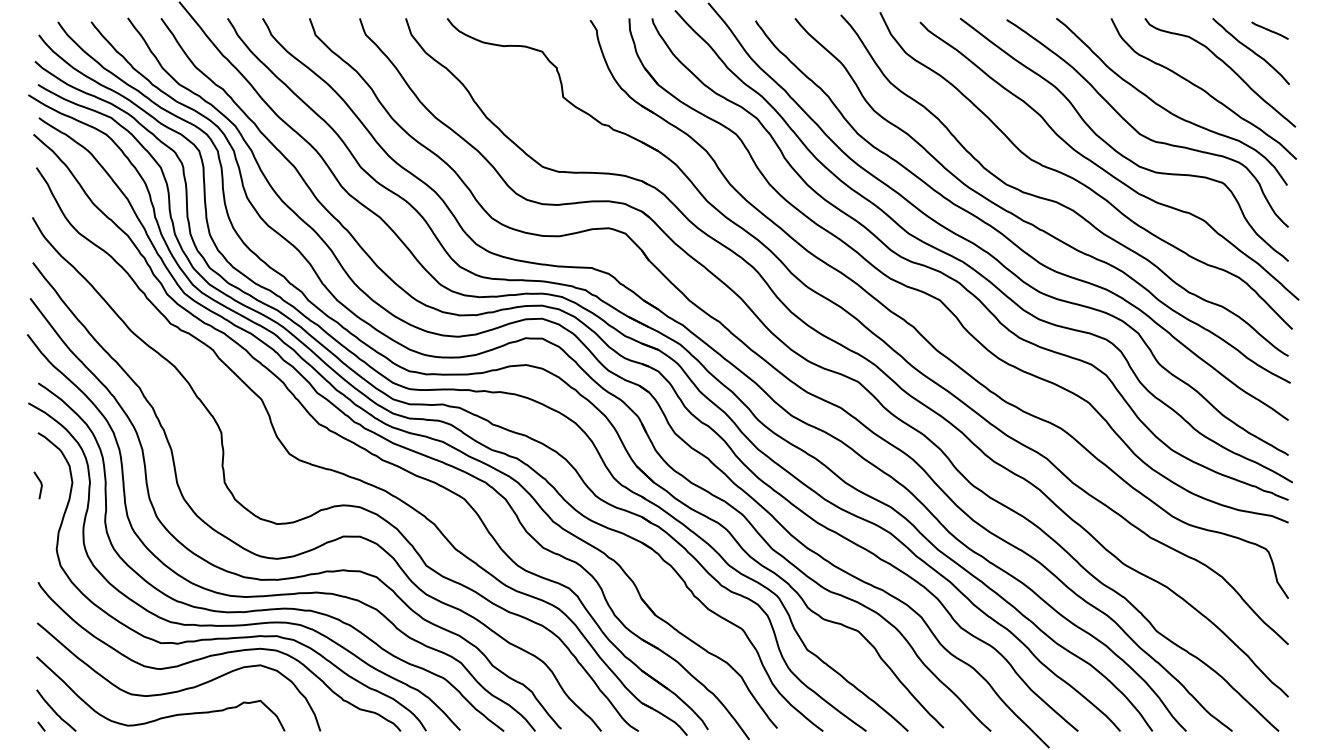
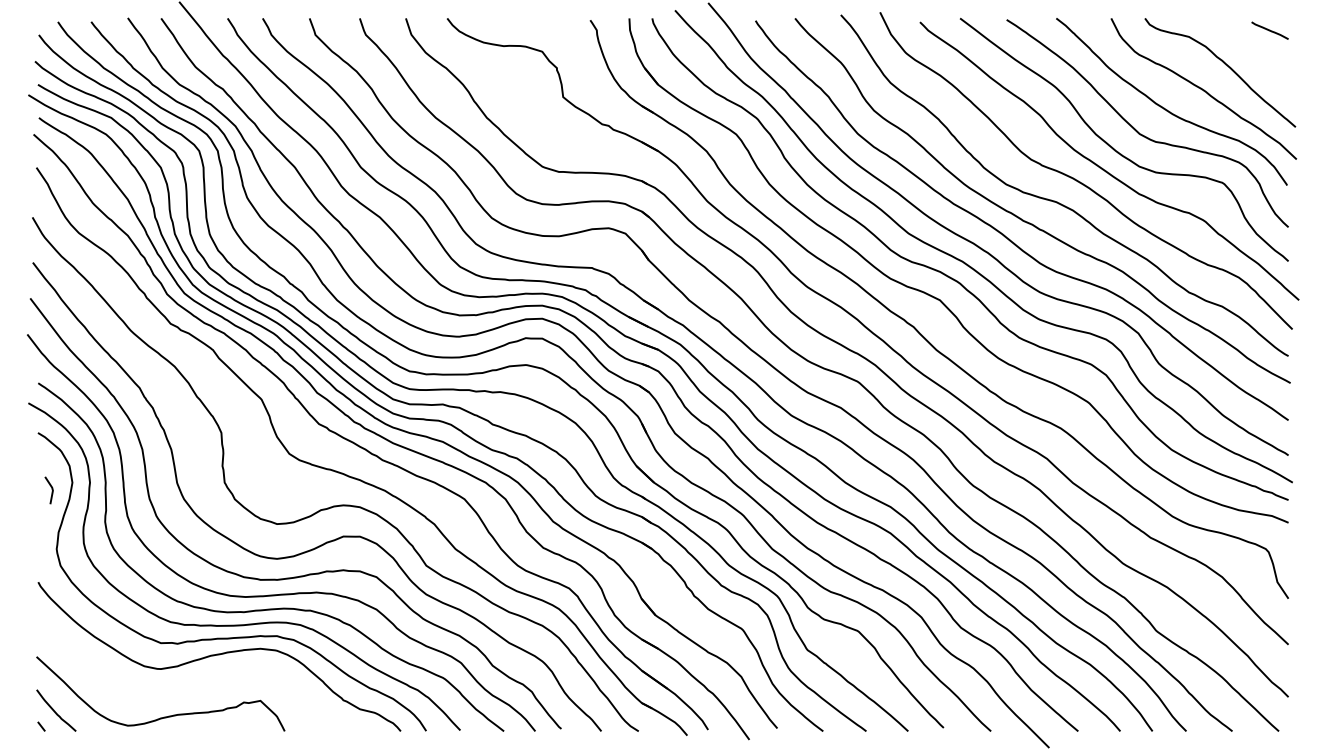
curve at (1250, 50): present -> none
line at (40, 484) position: (40, 484) -> (51, 489)
curve at (180, 689): present -> none
